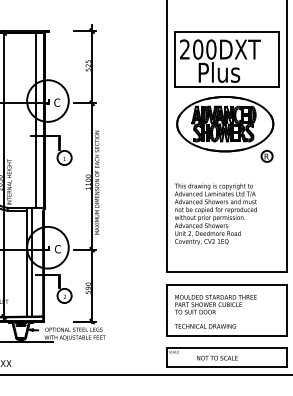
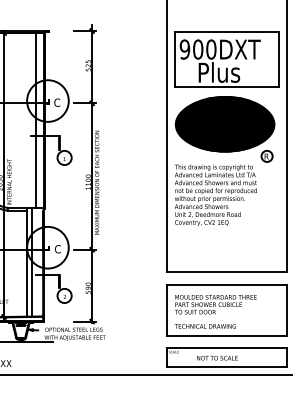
text at (184, 49): 200DXT -> 900DXT
fill at (224, 124): none -> present
text at (215, 213) position: (215, 213) -> (215, 194)
